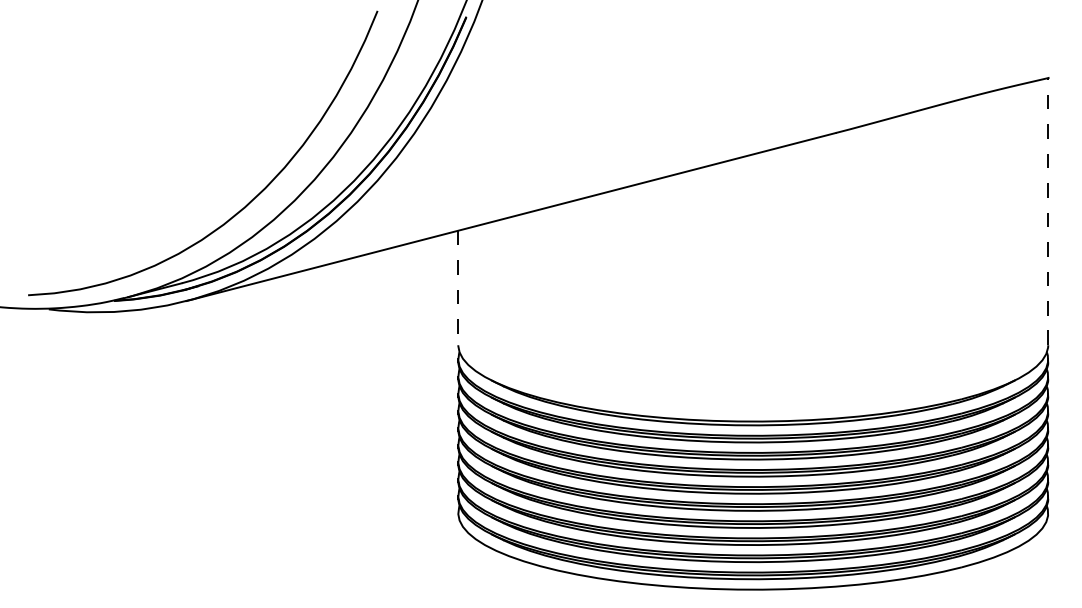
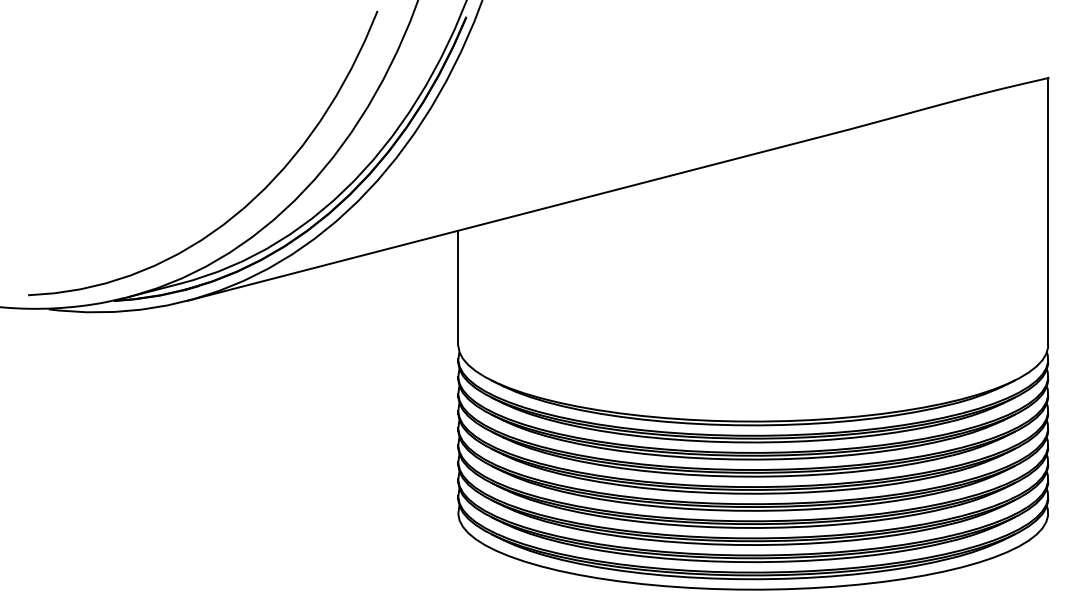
line at (1048, 211): dashed -> solid
line at (458, 288): dashed -> solid
